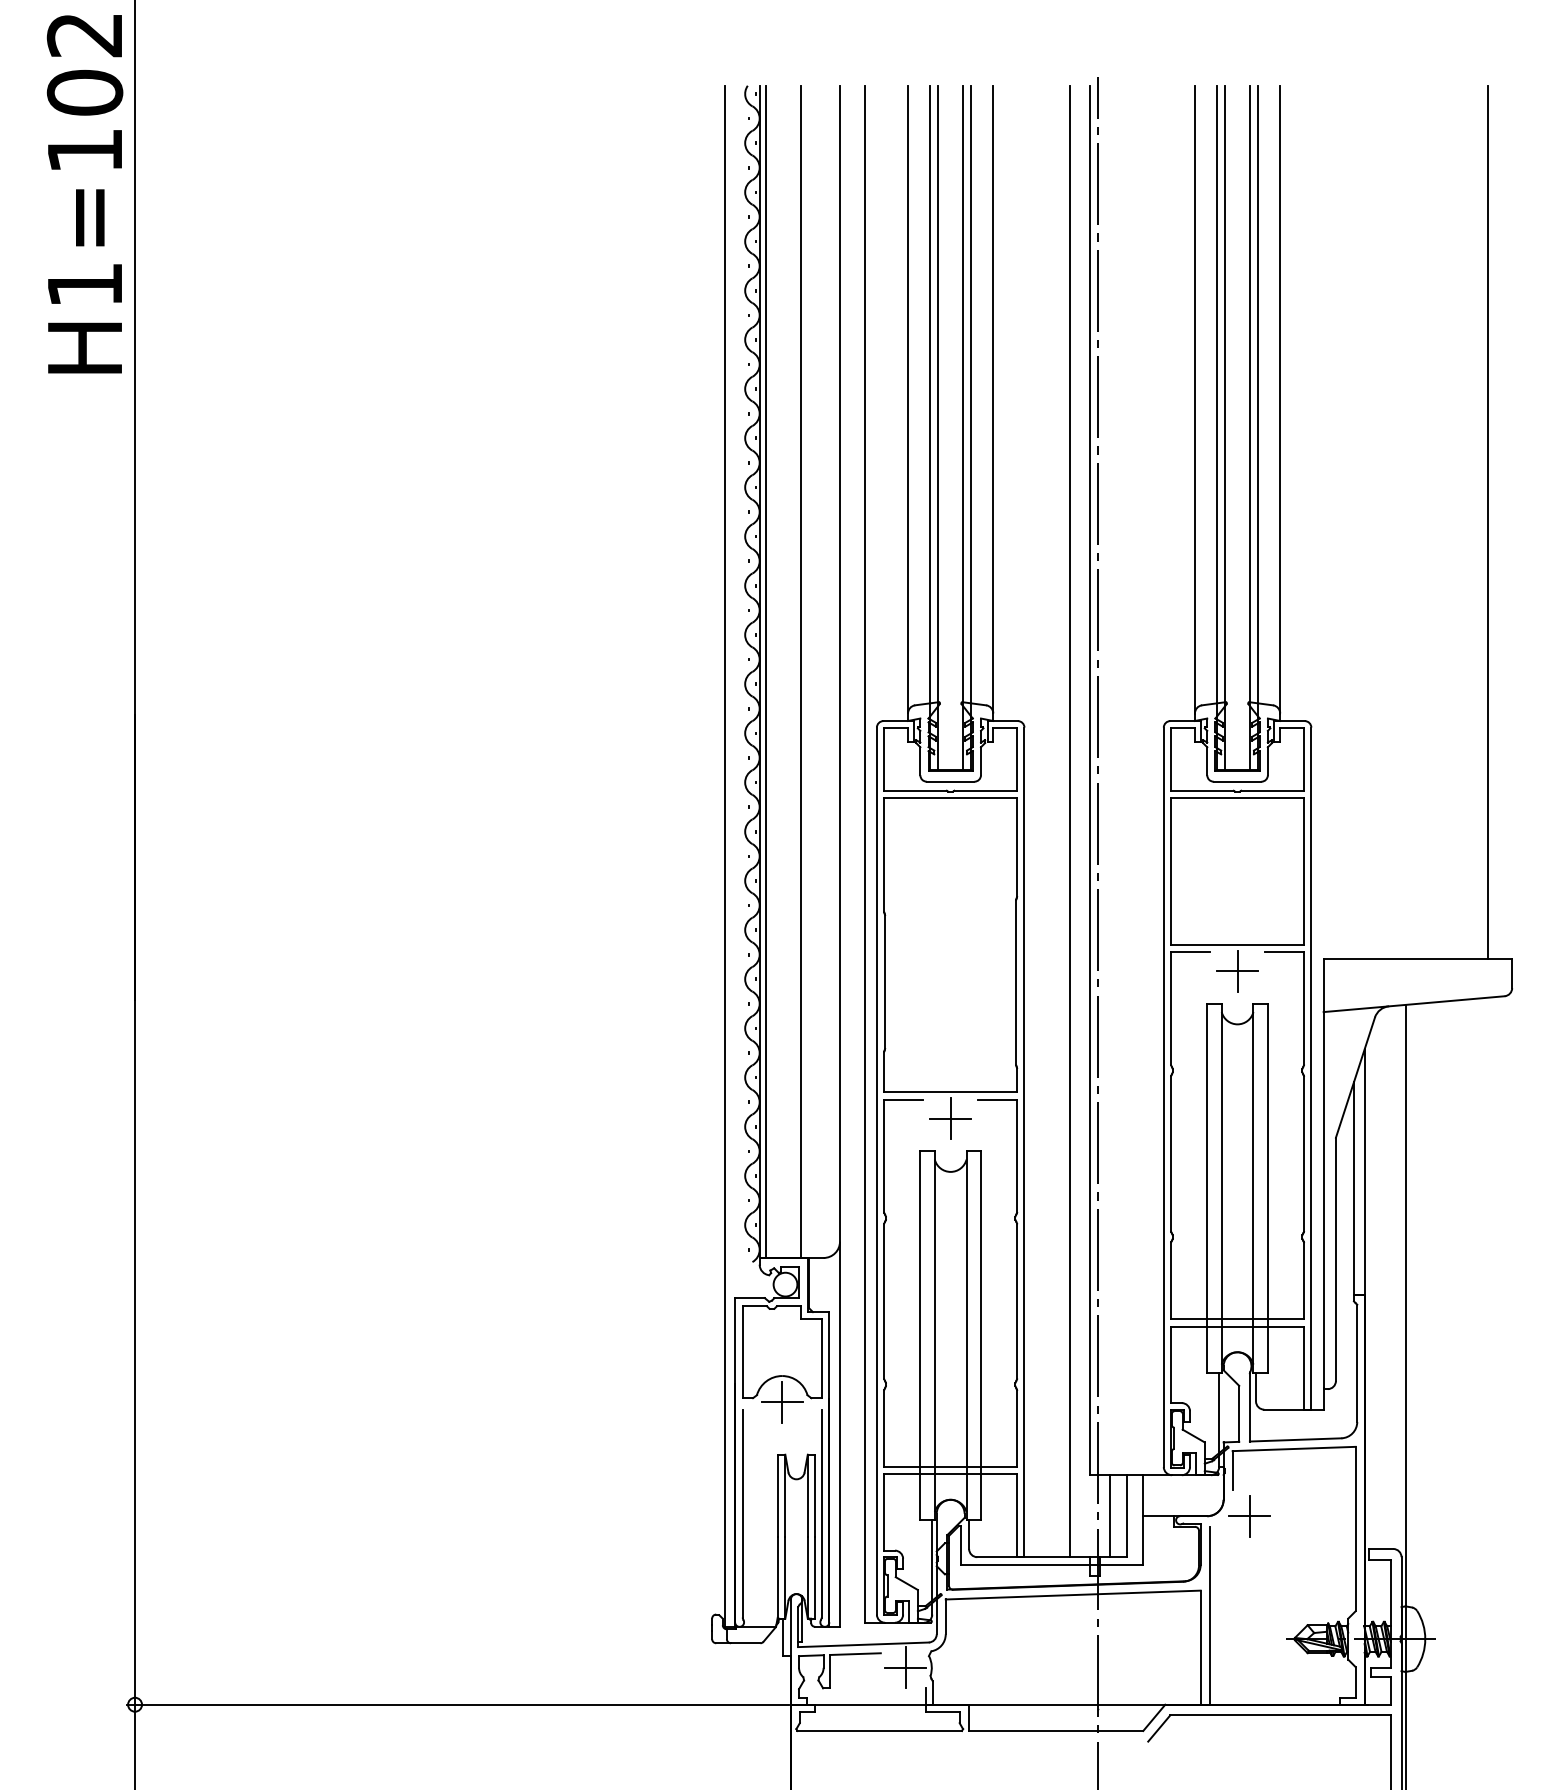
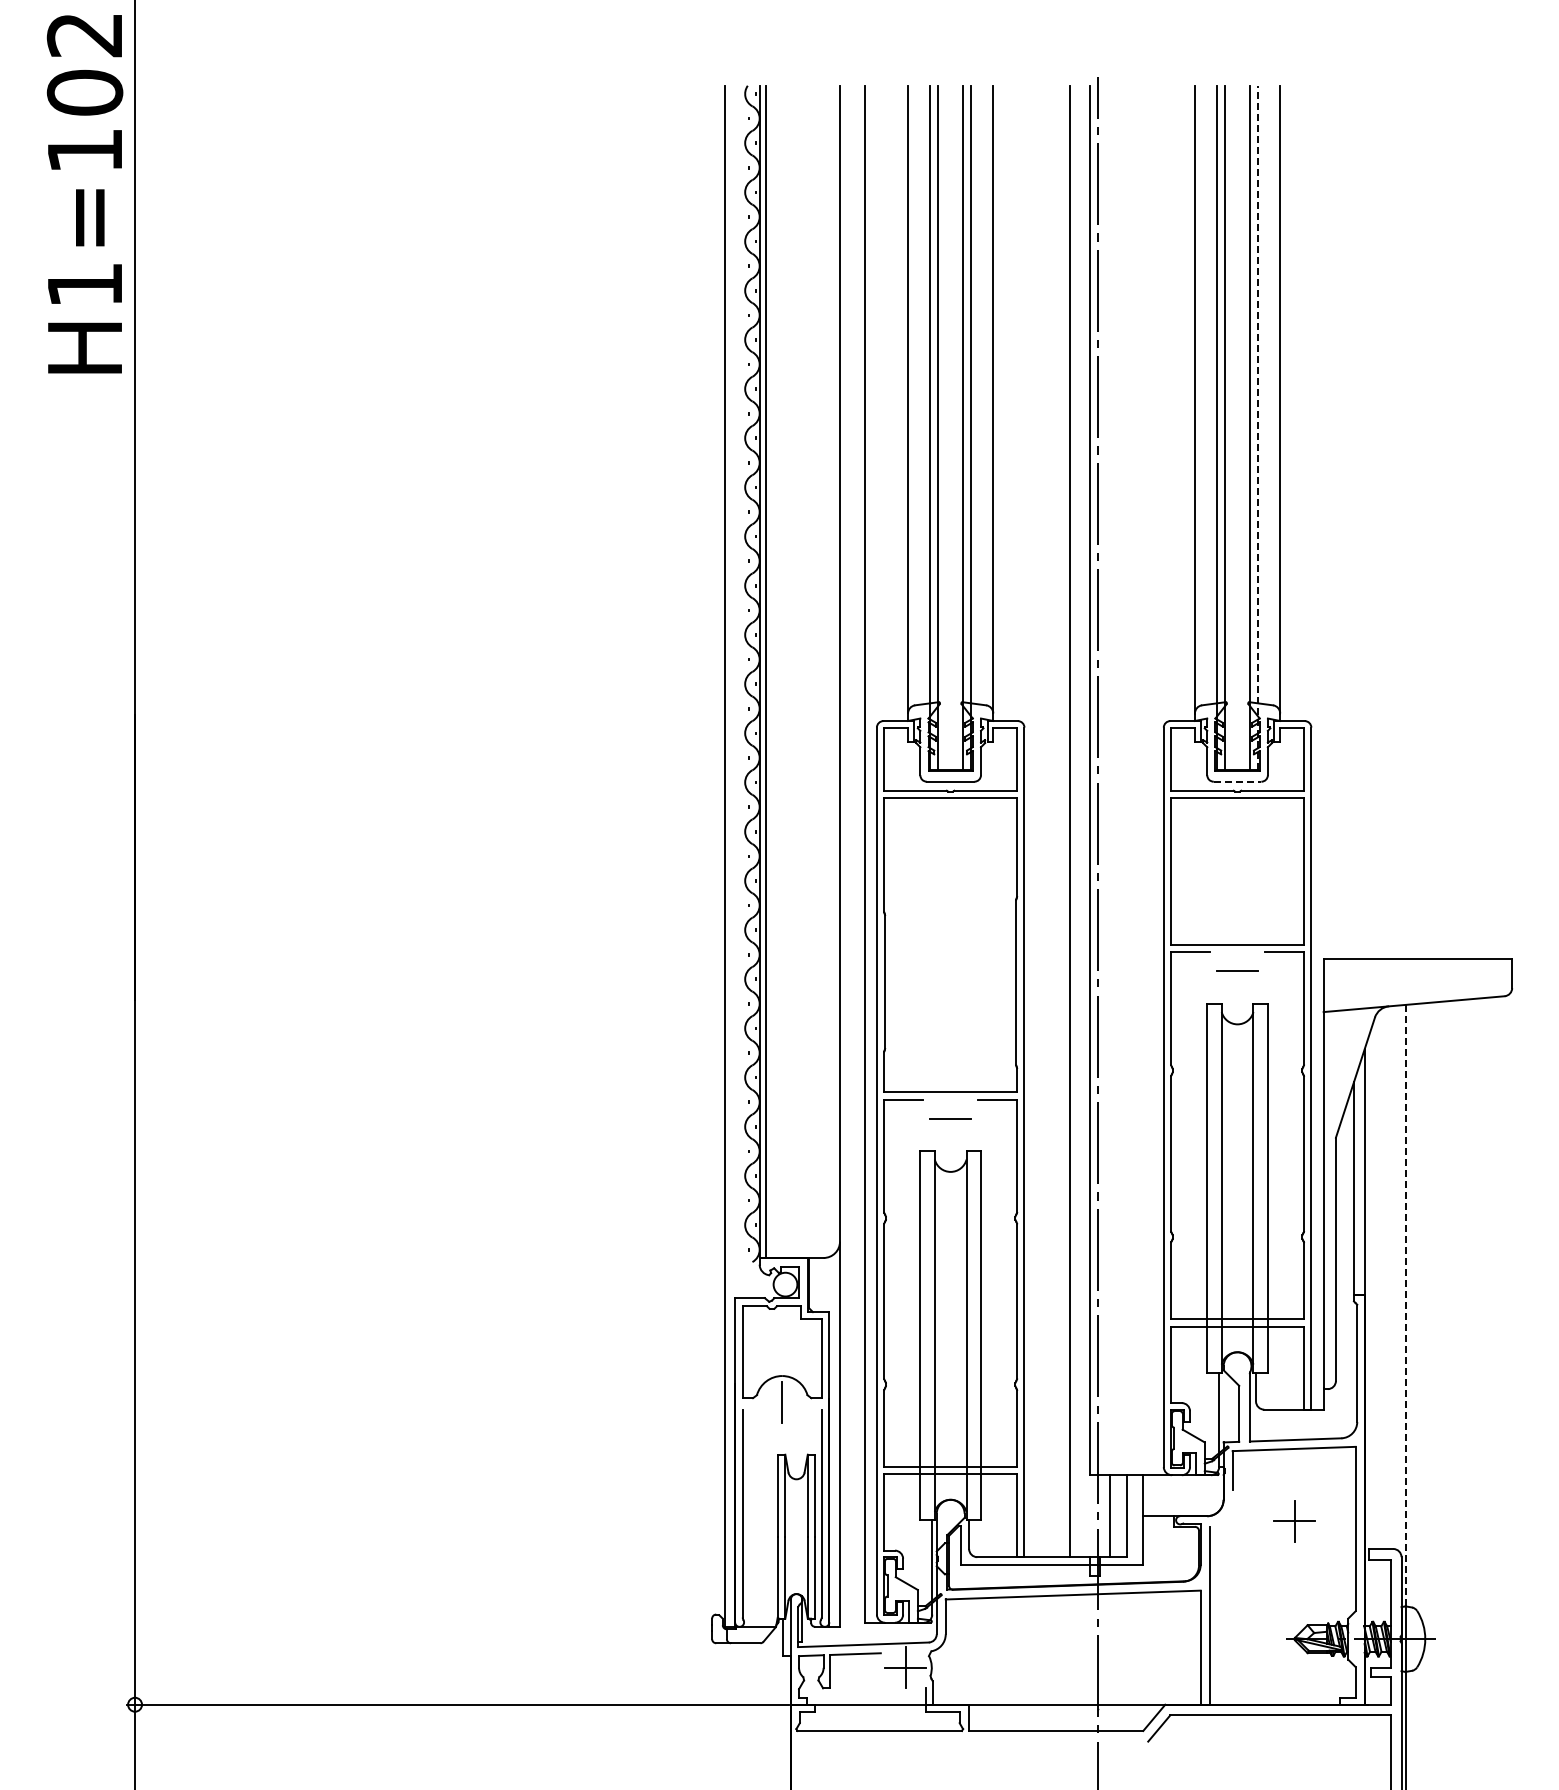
line at (1258, 427): solid -> dashed
line at (1487, 521): present -> none
line at (800, 671): present -> none
line at (1237, 781): solid -> dashed
line at (1237, 970): present -> none
line at (950, 1118): present -> none
line at (1405, 1305): solid -> dashed
line at (781, 1402): present -> none
part at (1249, 1516) position: (1249, 1516) -> (1294, 1521)
